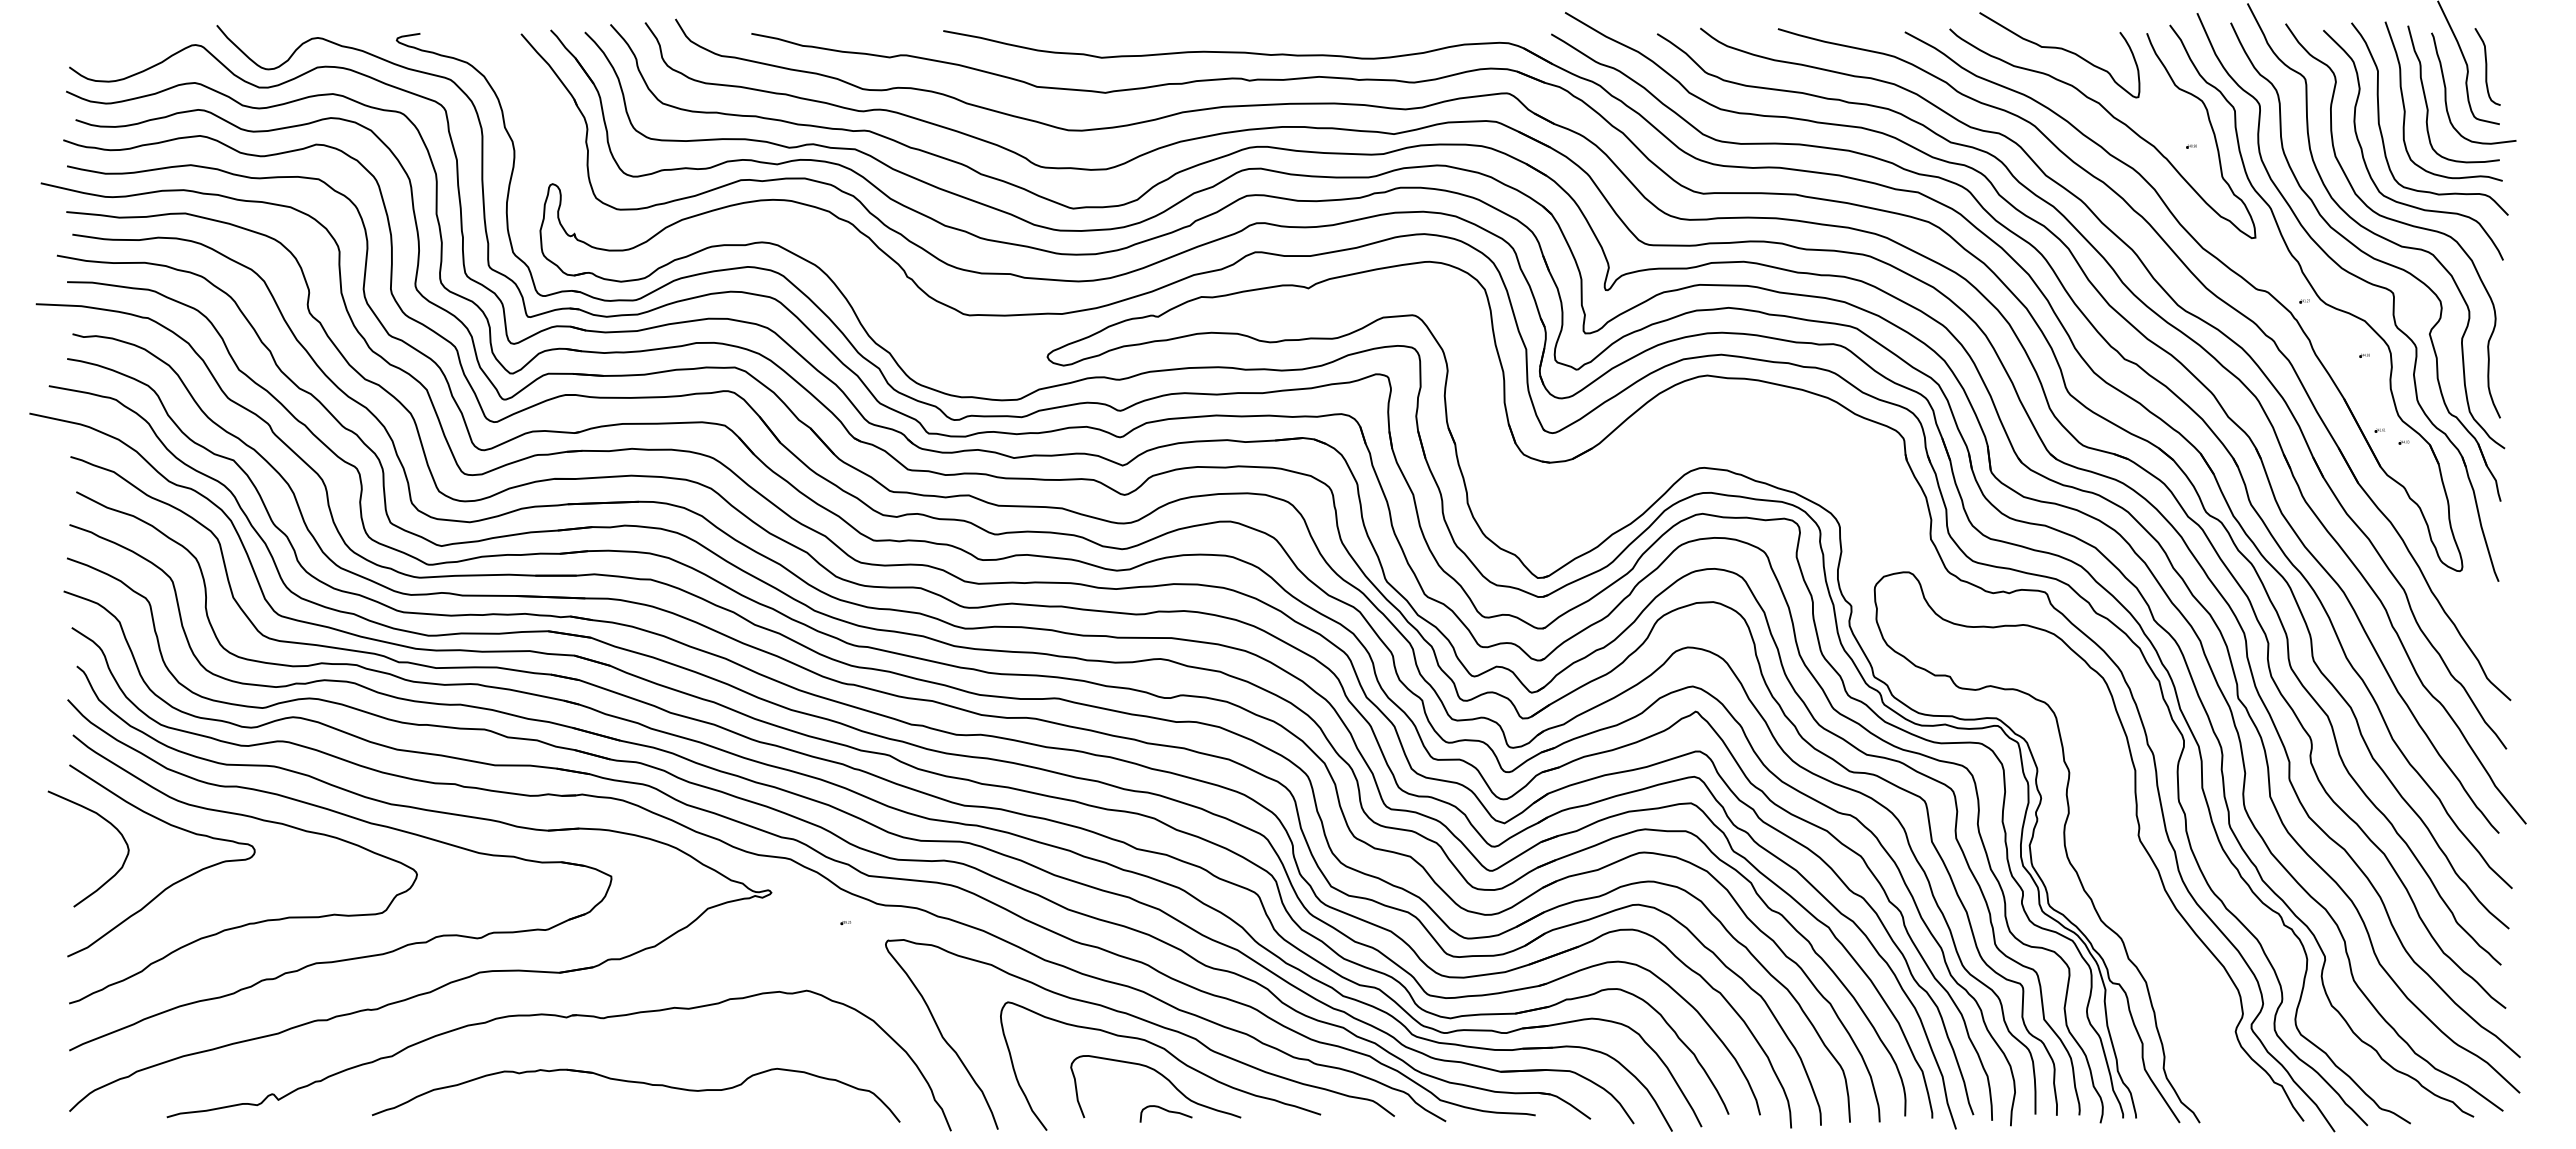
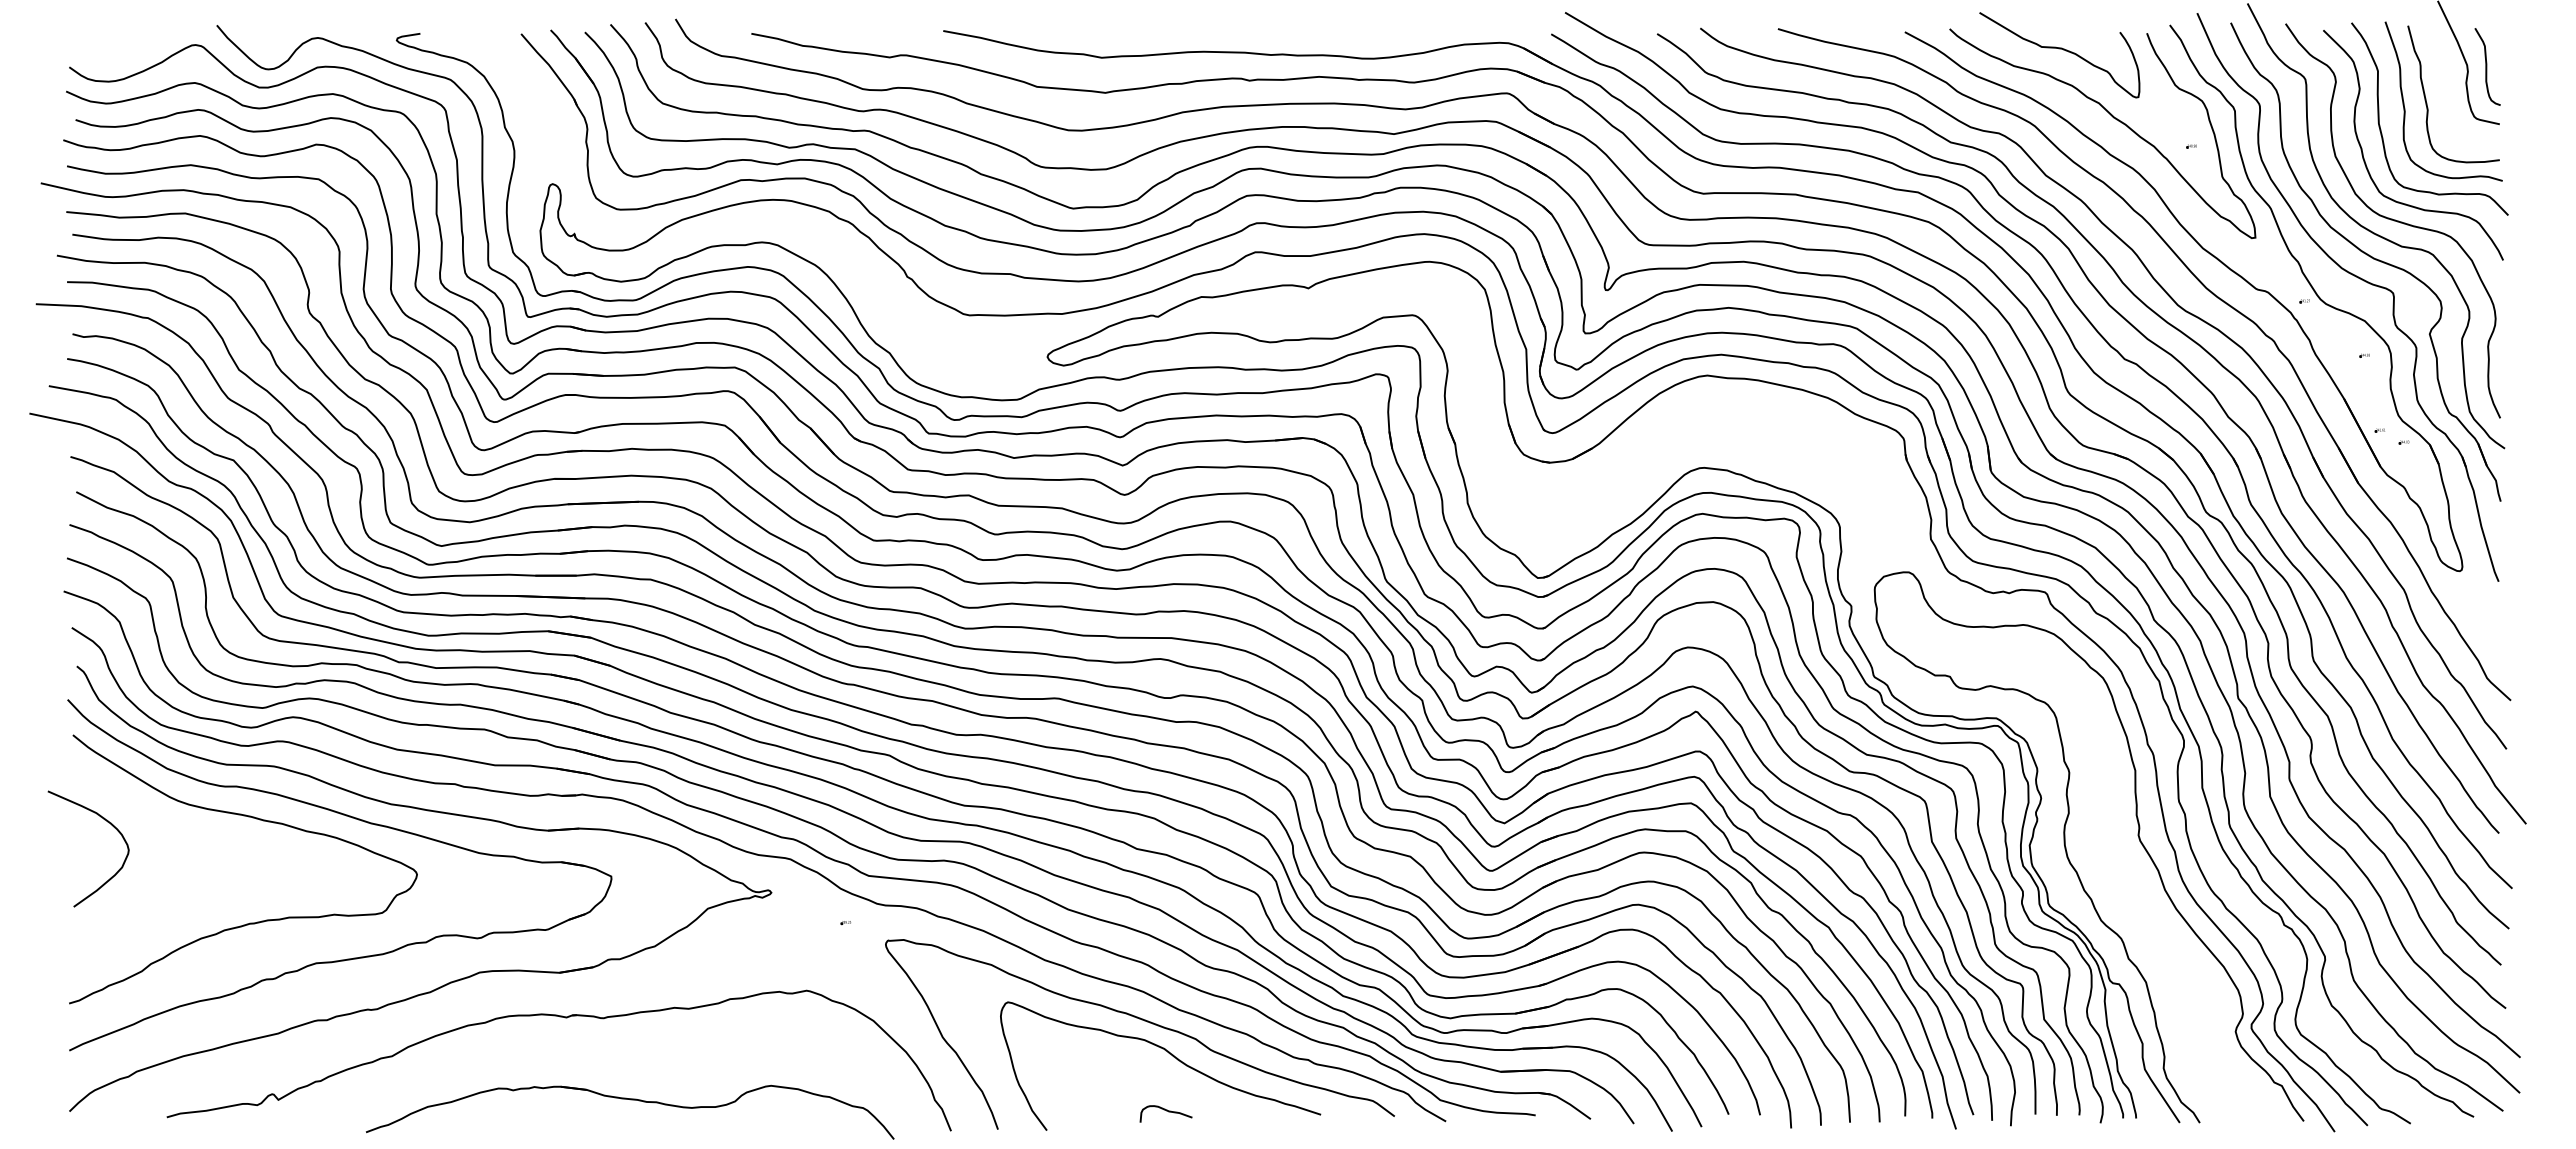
curve at (2446, 88): present -> none
curve at (172, 883): present -> none
curve at (1163, 1077): present -> none
part at (636, 1083) position: (636, 1083) -> (630, 1100)
